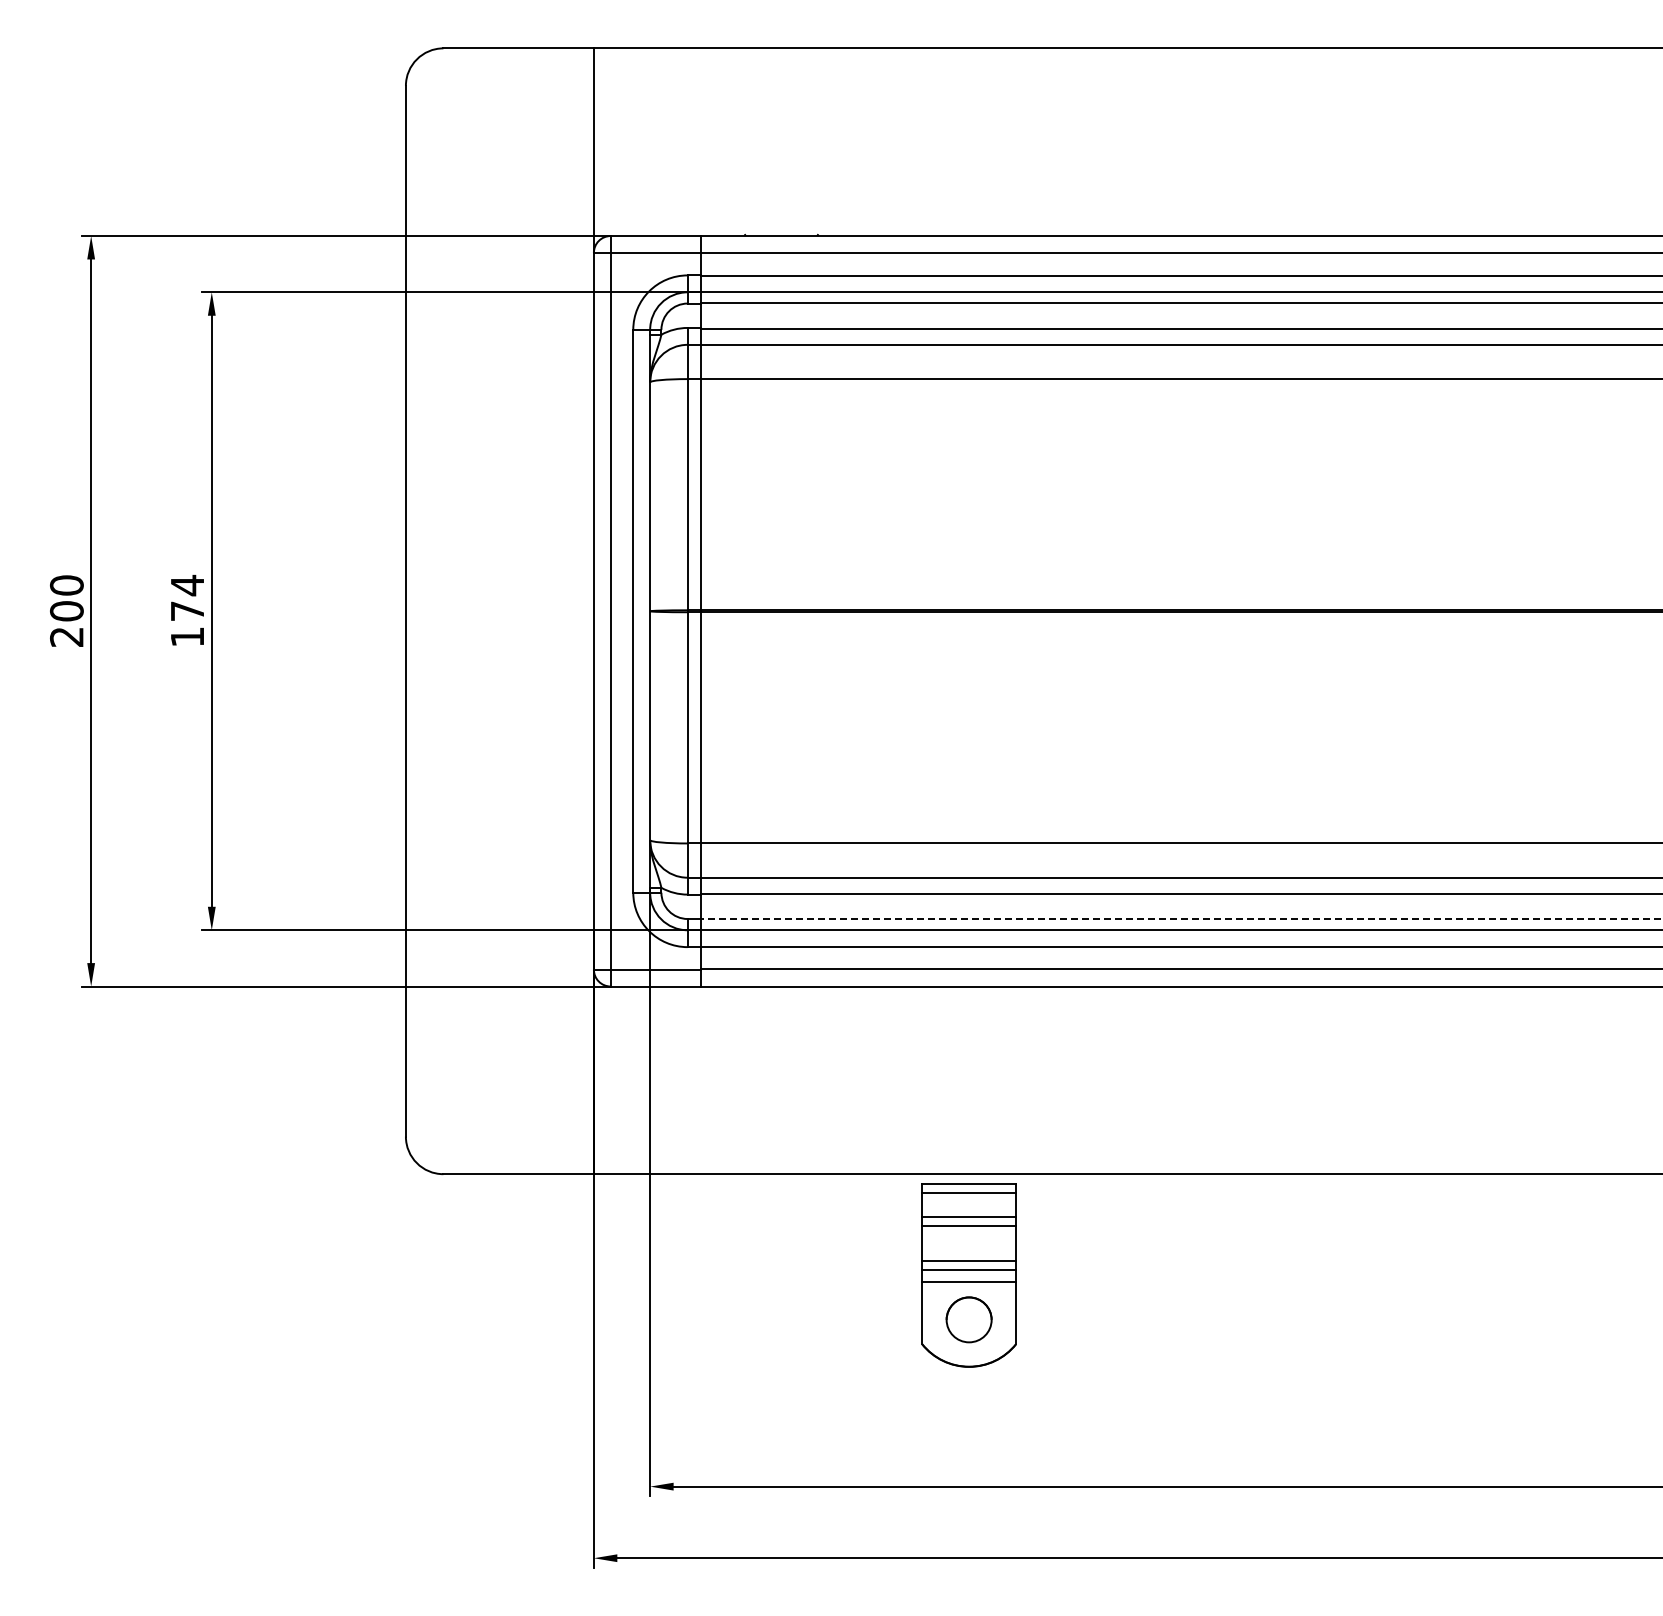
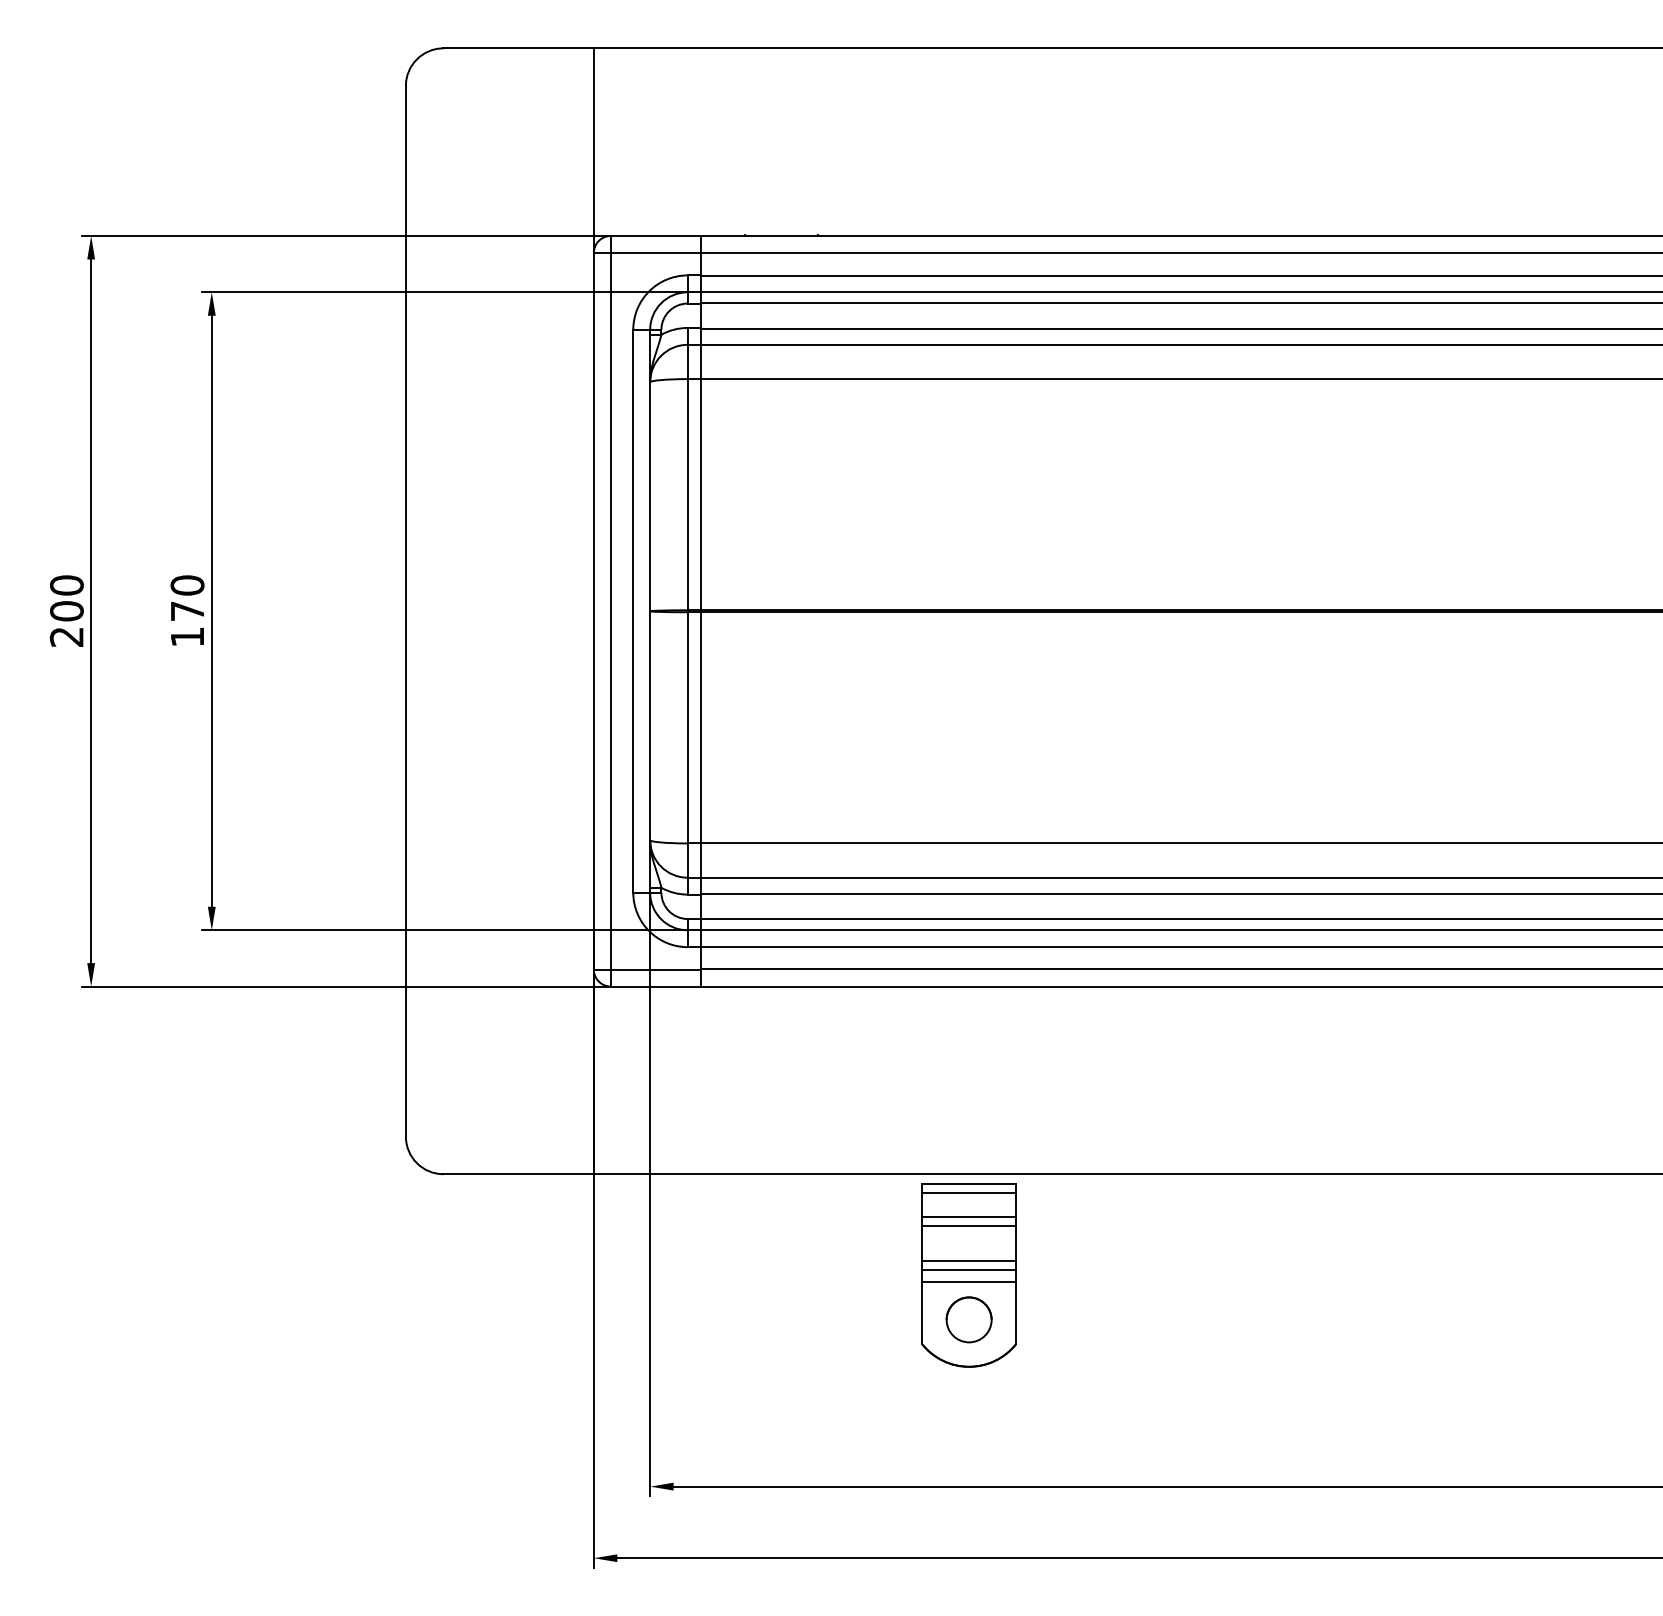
text at (187, 585): 174 -> 170
line at (1181, 919): dashed -> solid
